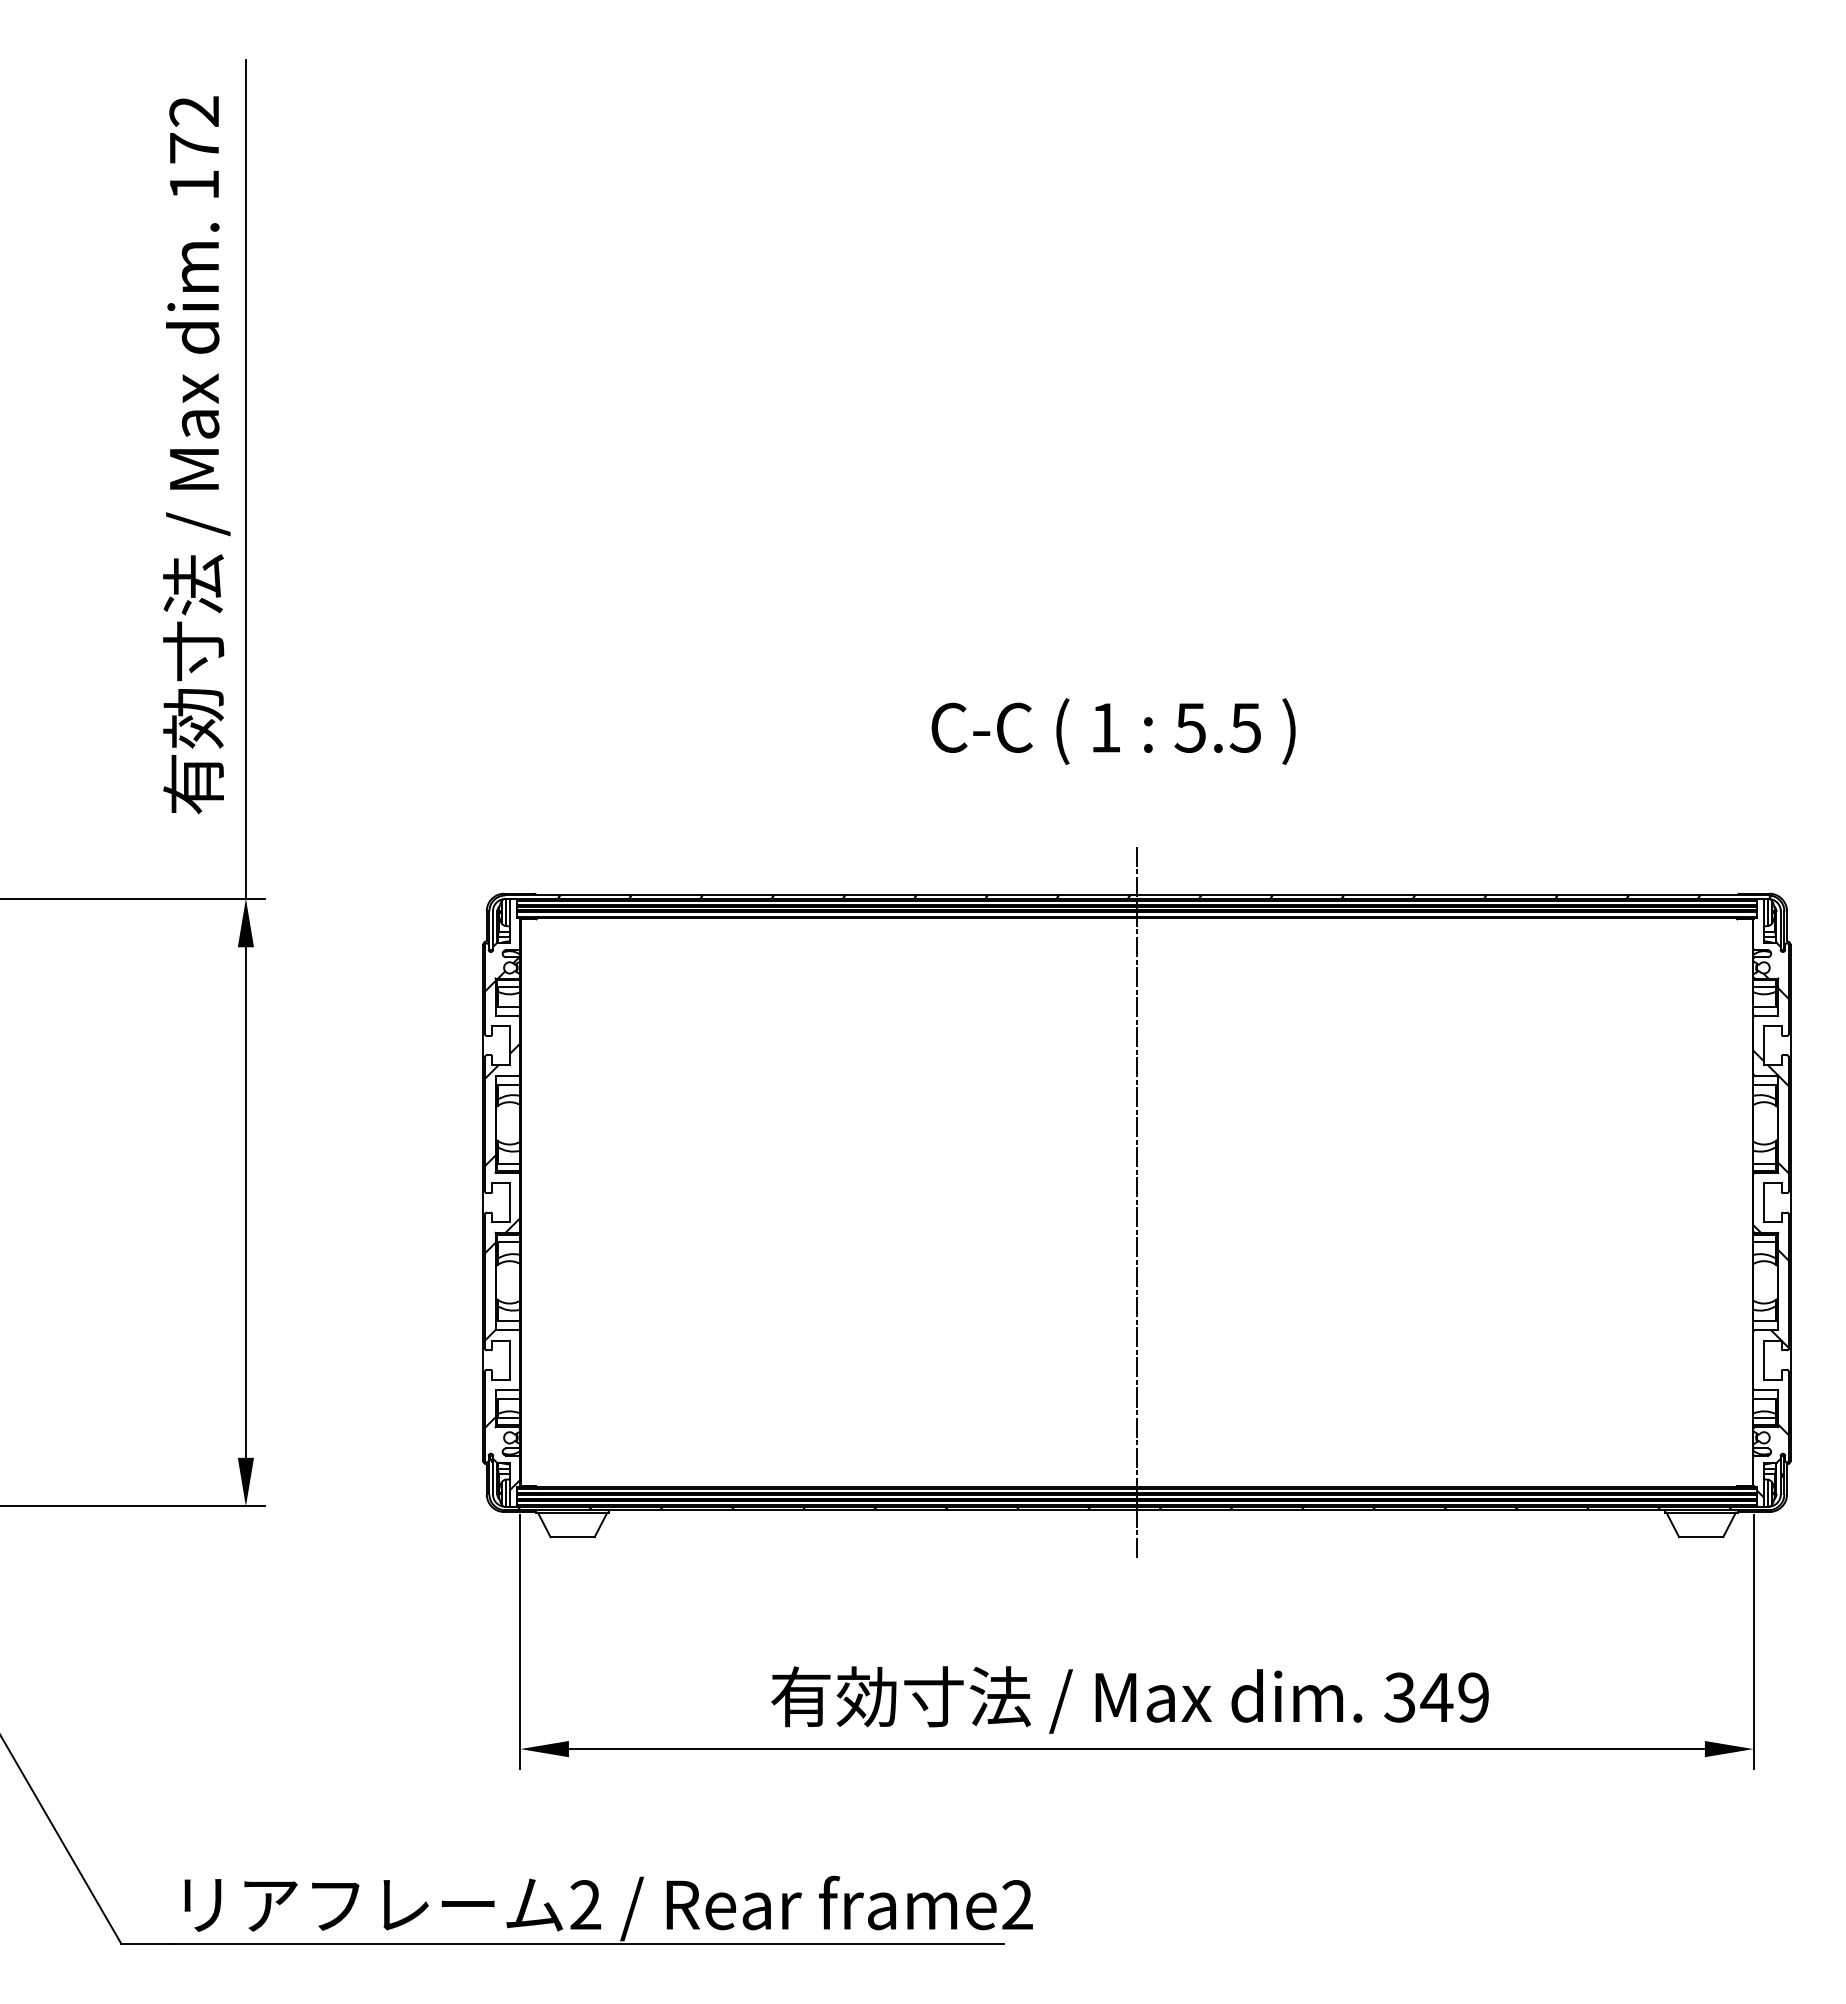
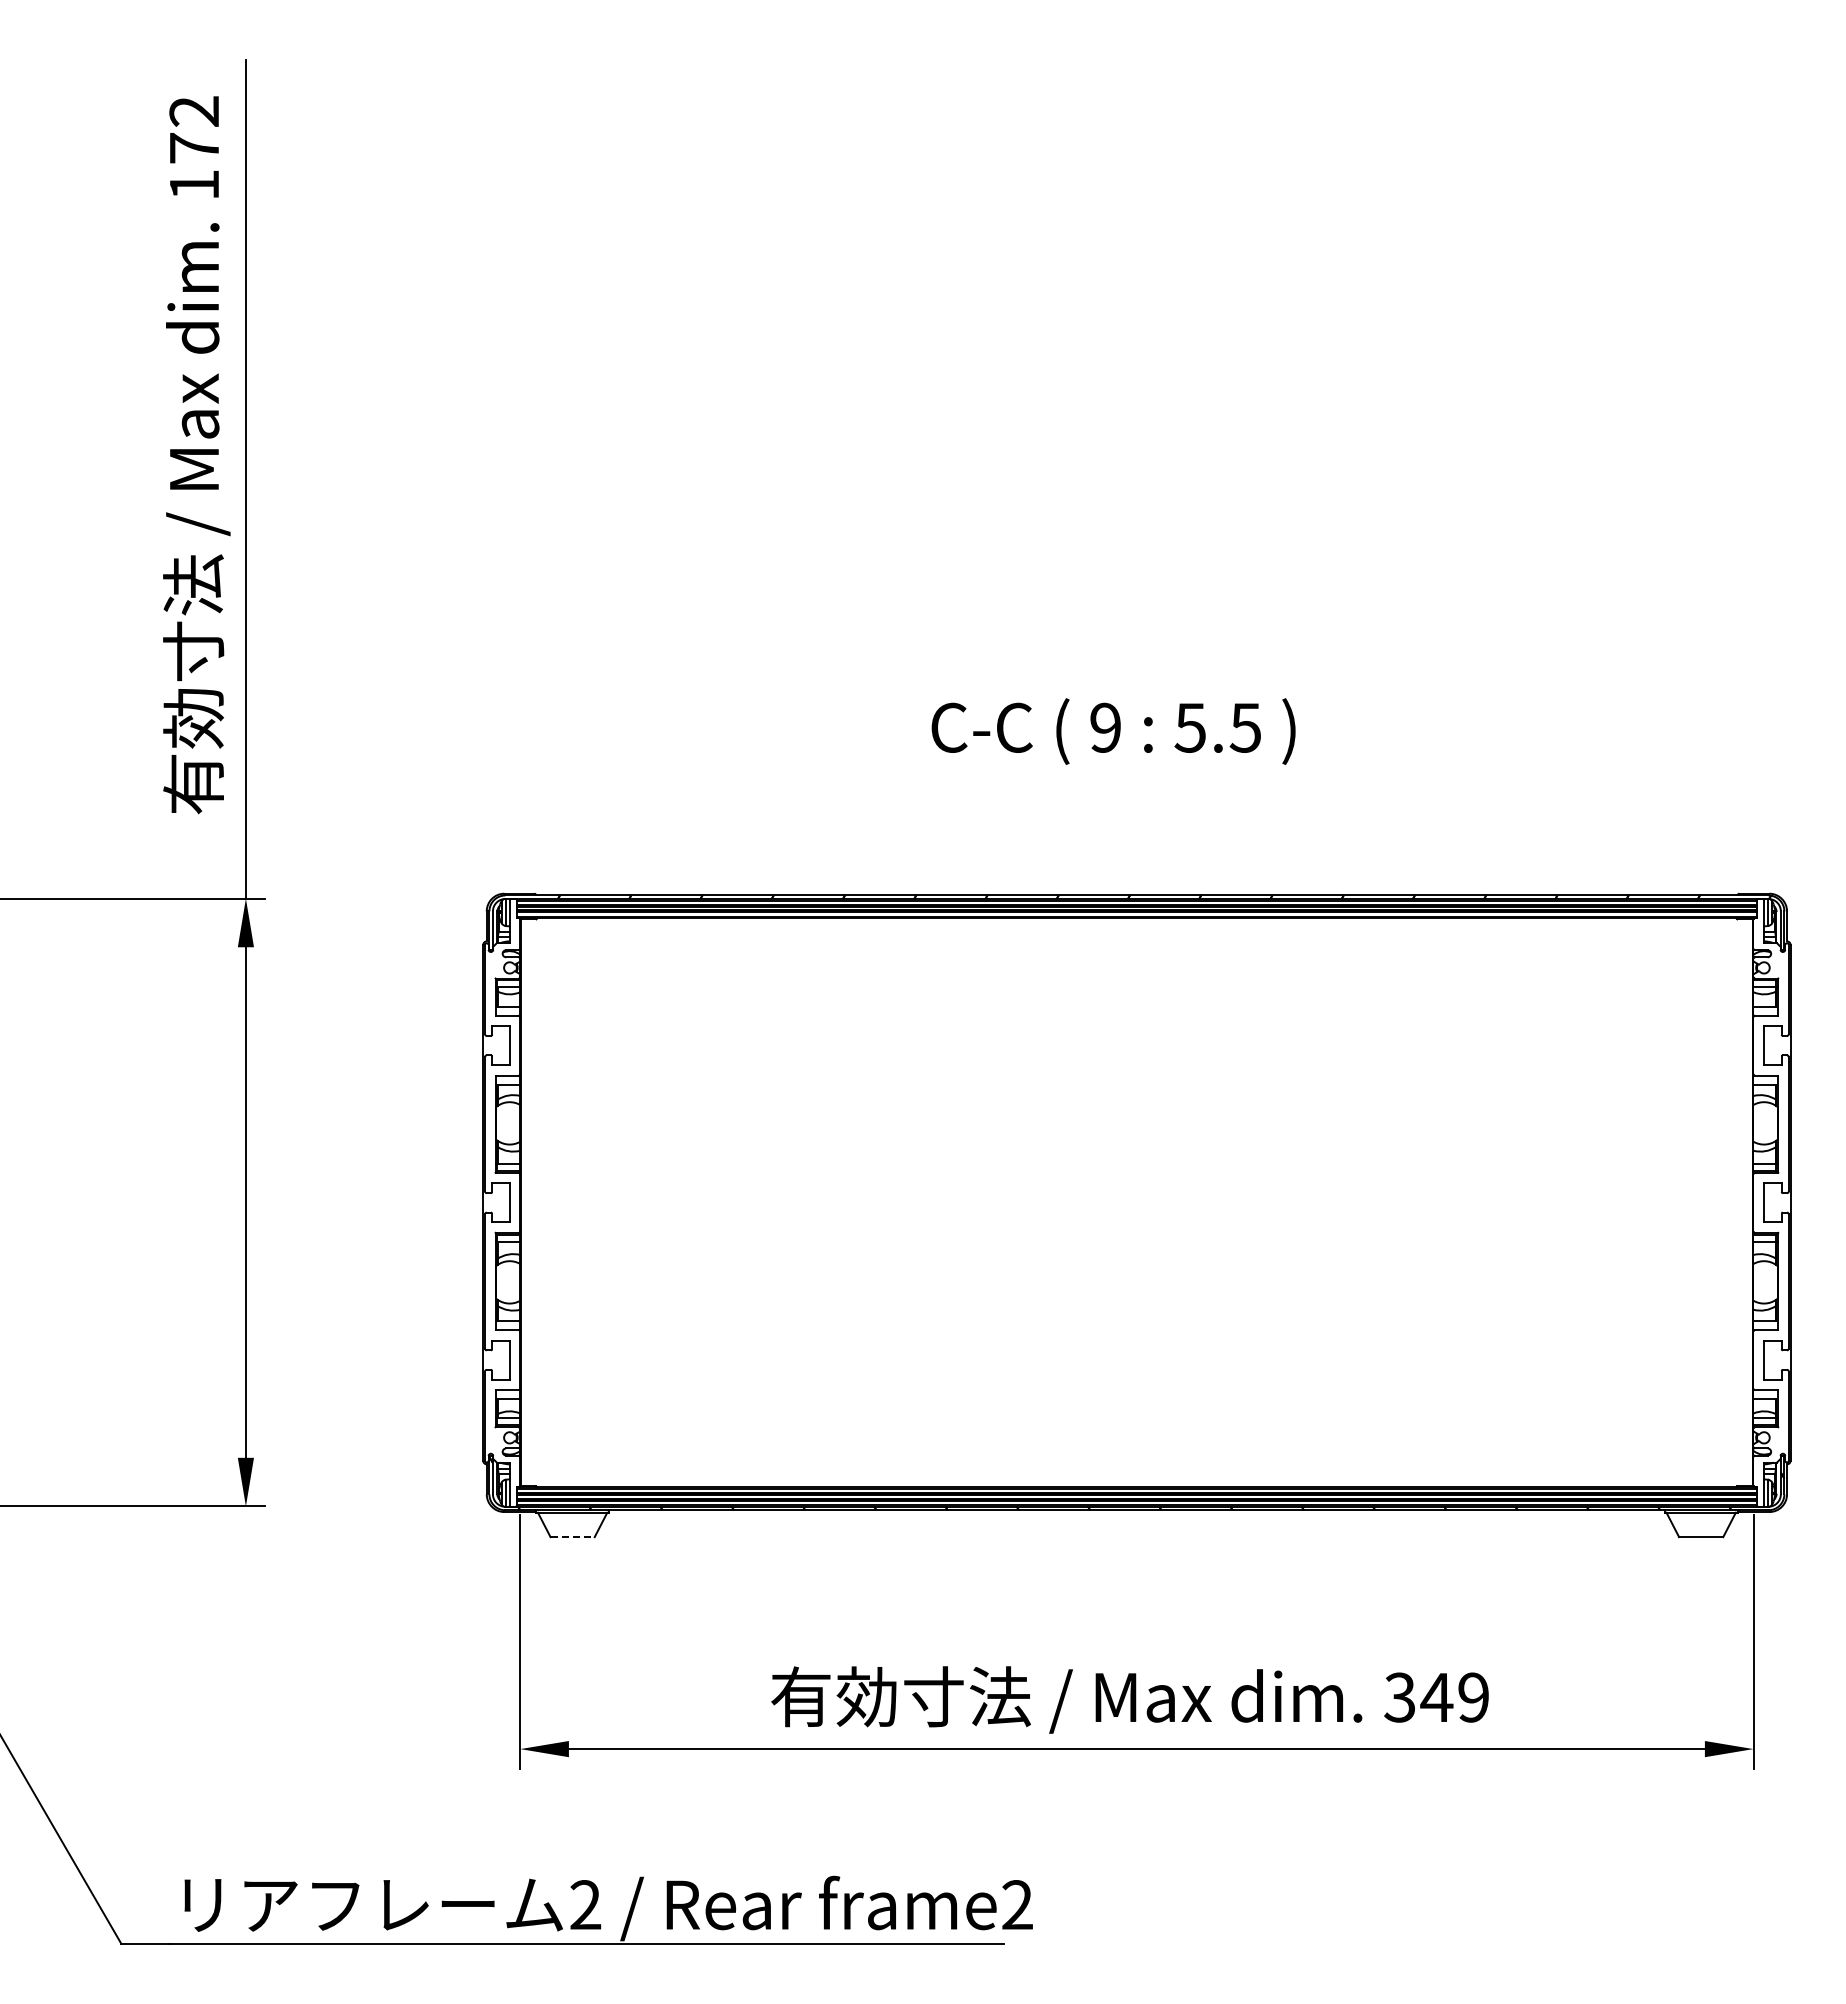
text at (1105, 727): 1 -> 9
line at (1136, 1202): present -> none
hatch at (502, 1223): present -> none
hatch at (1770, 1233): present -> none
line at (573, 1537): solid -> dashed
